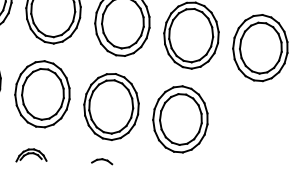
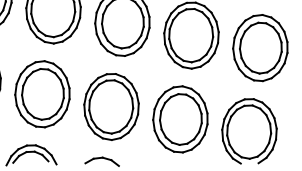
part at (249, 131): none -> present
part at (31, 155) size: 33x15 px -> 53x23 px
part at (102, 161) size: 23x8 px -> 36x11 px
